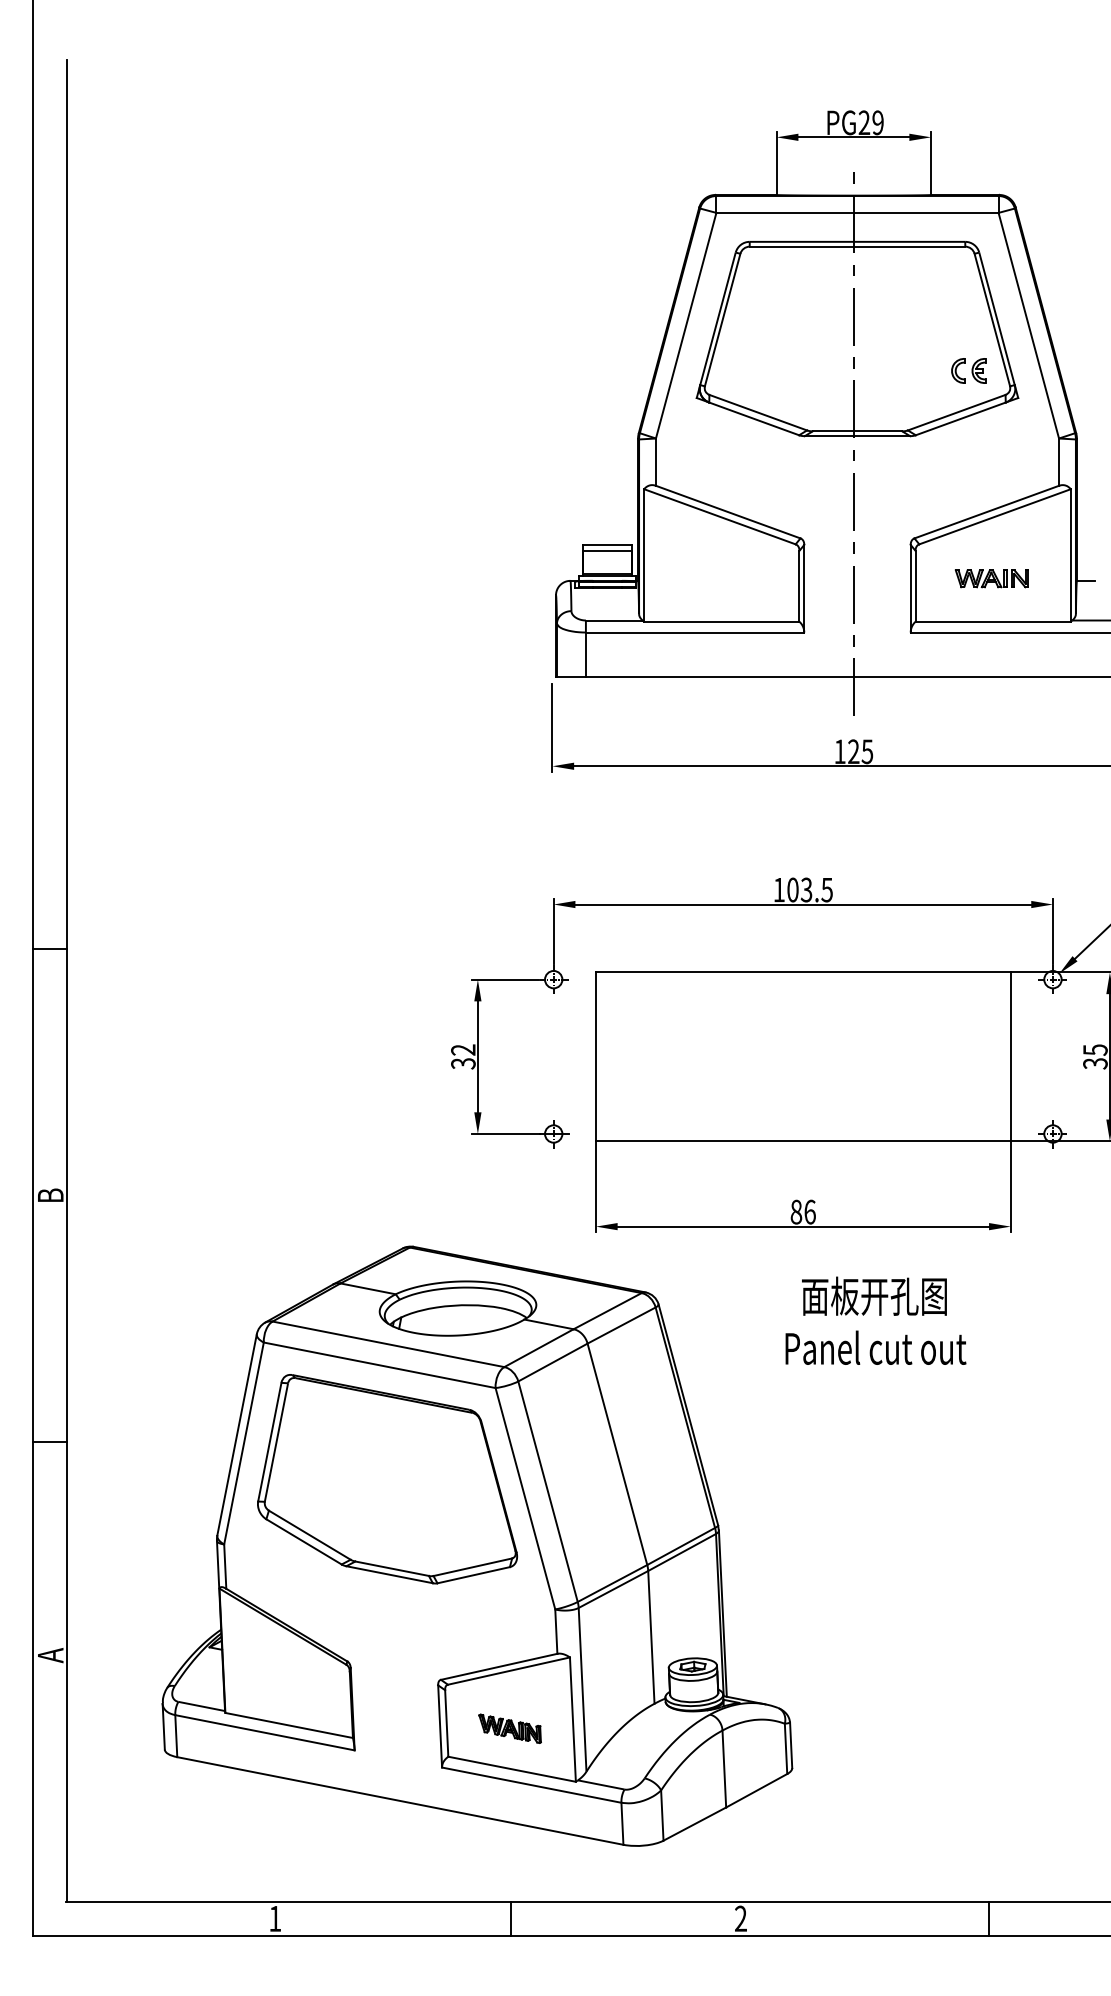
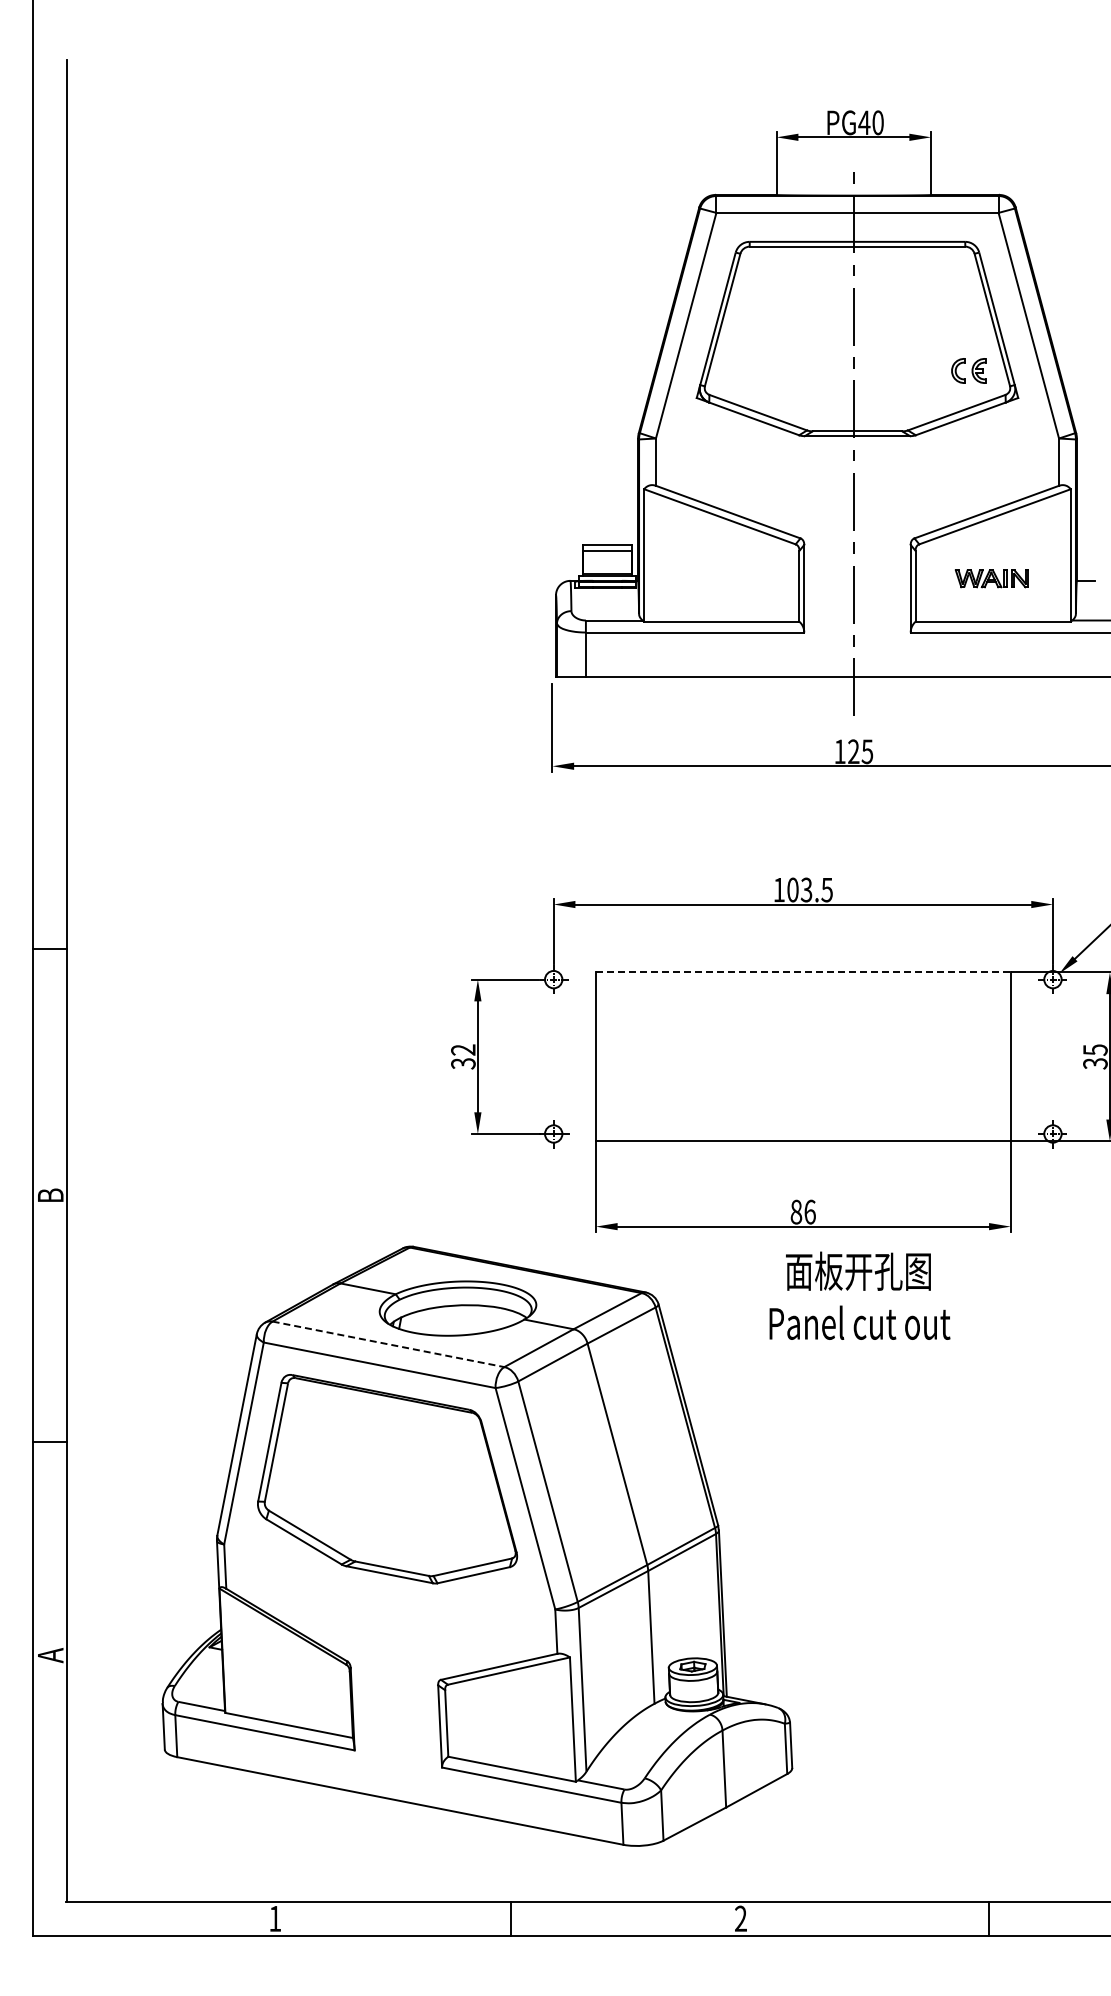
text at (870, 122): PG29 -> PG40
line at (803, 972): solid -> dashed
text at (875, 1320) position: (875, 1320) -> (859, 1295)
line at (388, 1344): solid -> dashed
part at (509, 1728): present -> none
